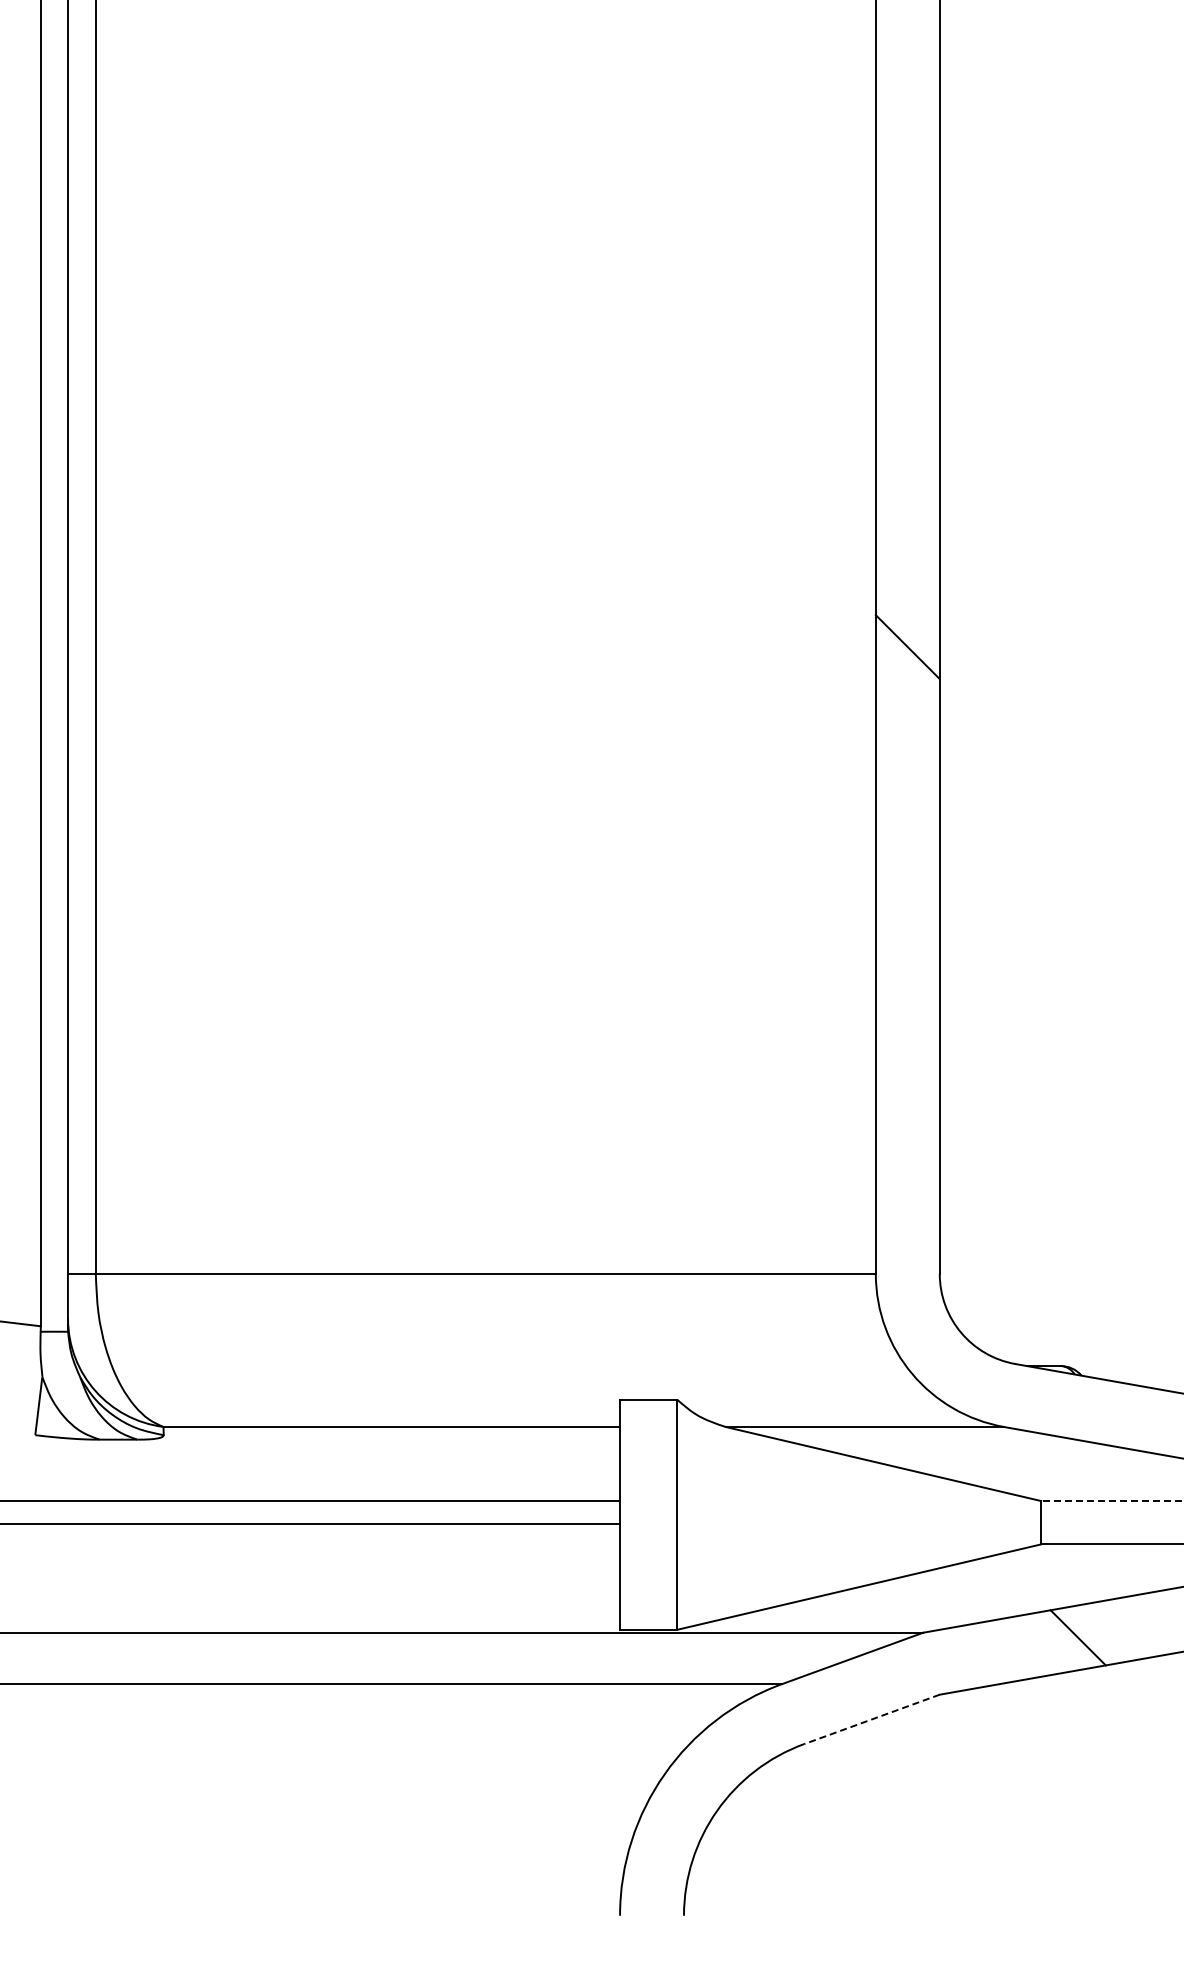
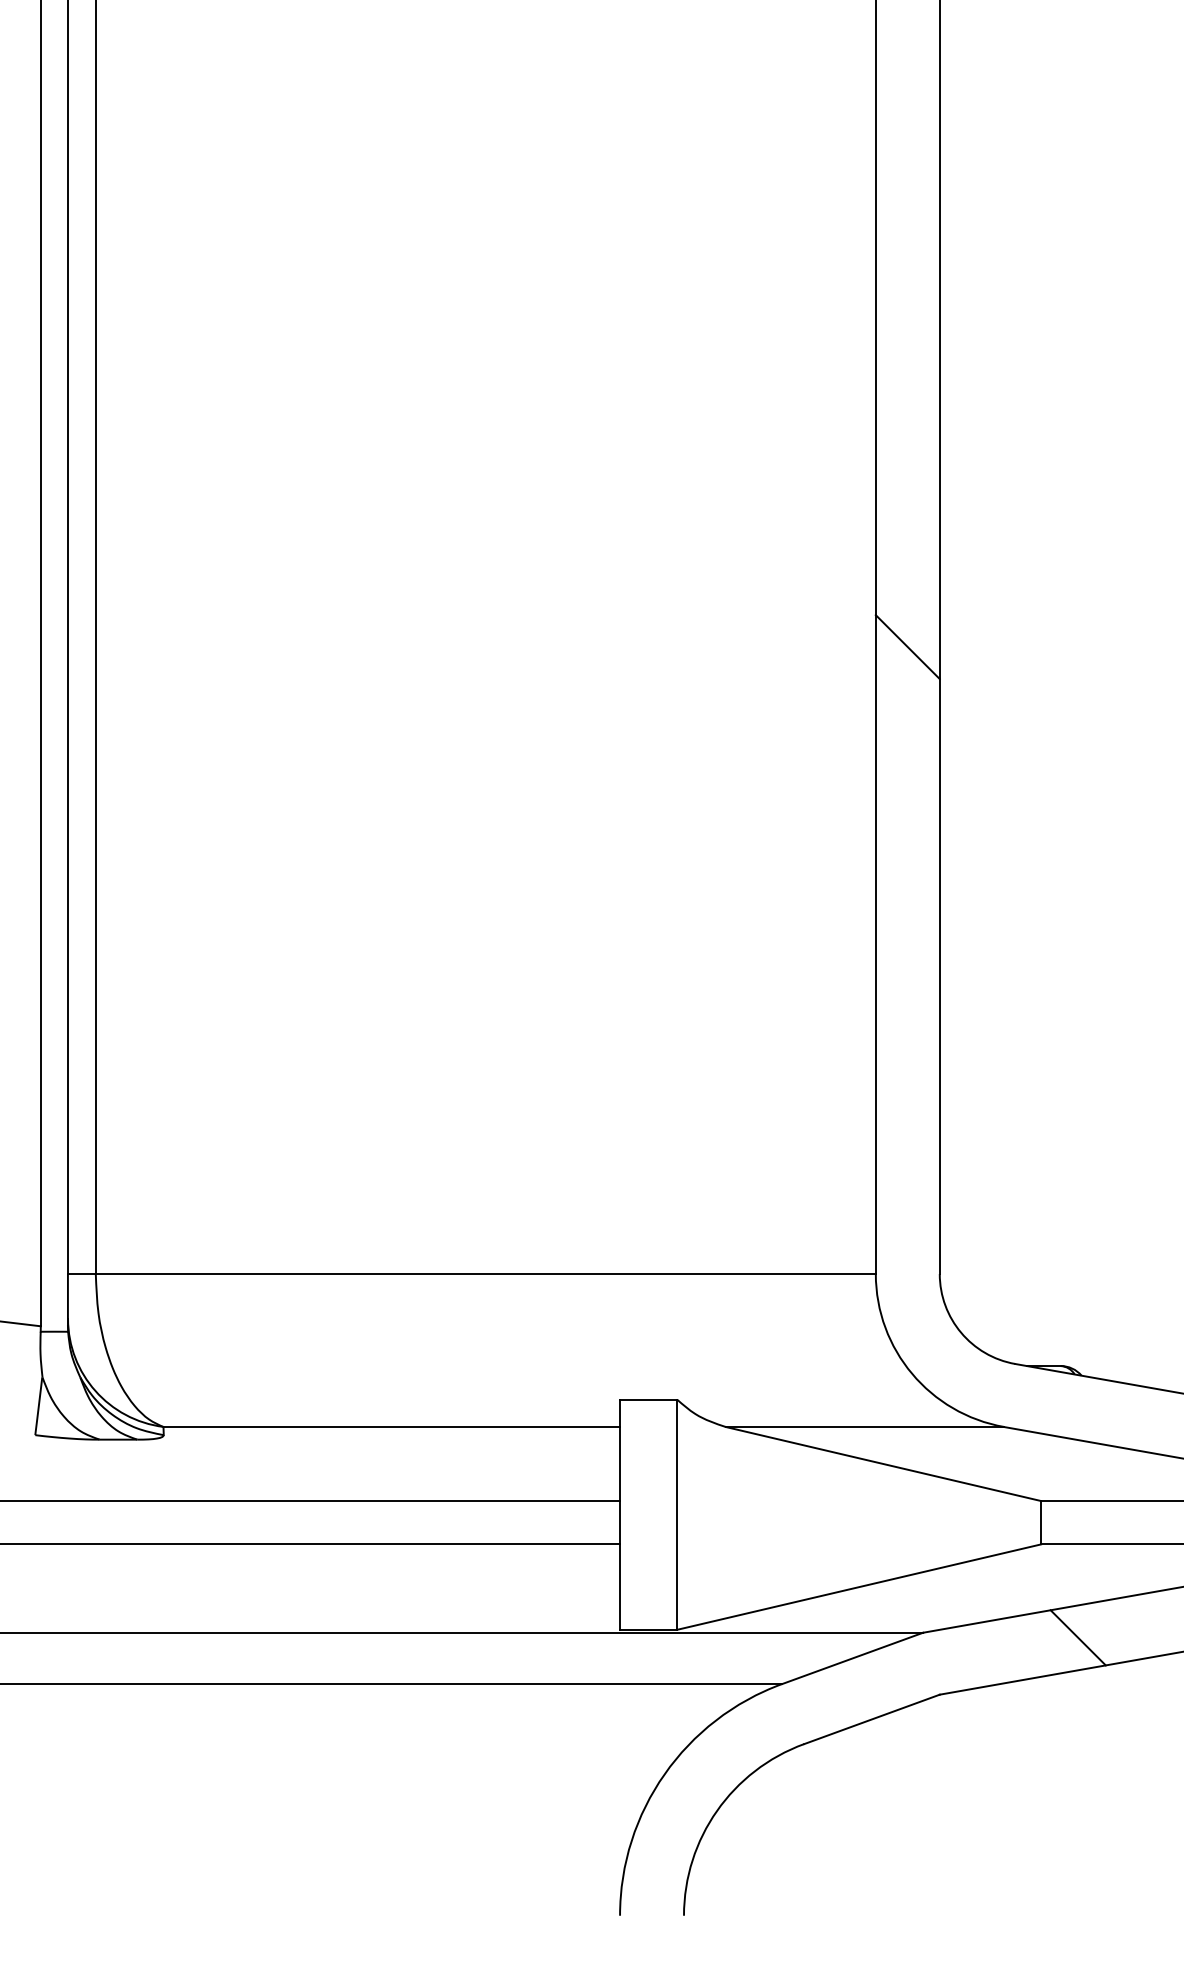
line at (1112, 1501): dashed -> solid
line at (310, 1524) position: (310, 1524) -> (310, 1544)
line at (871, 1719): dashed -> solid
